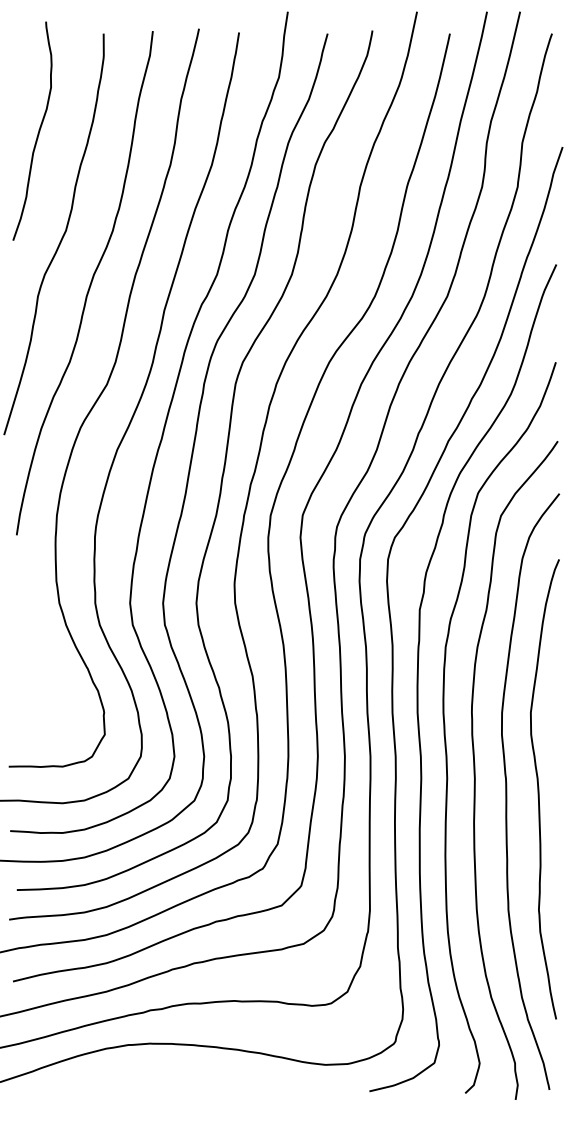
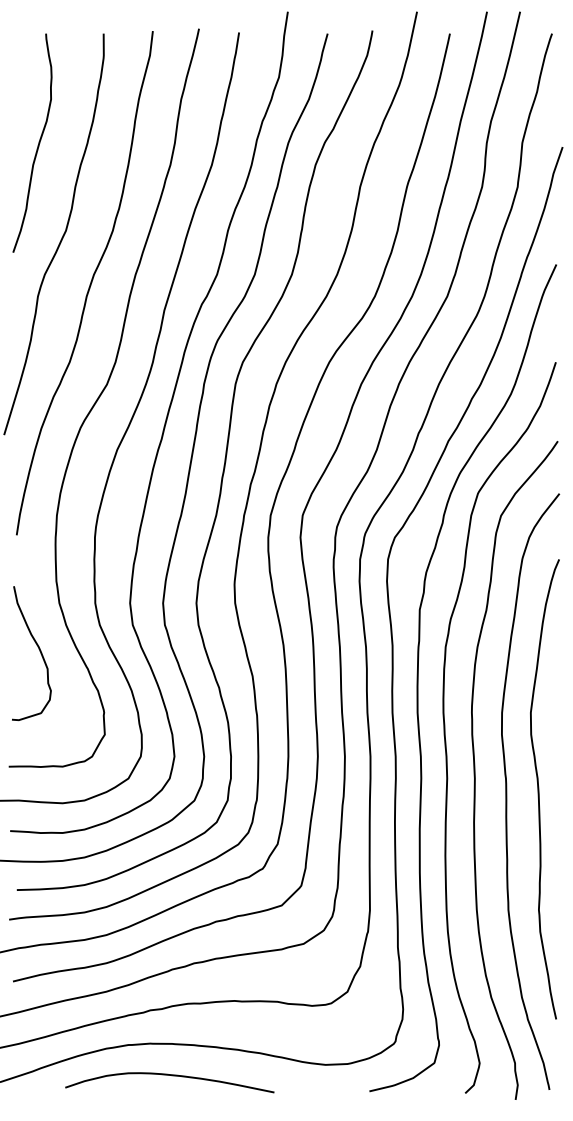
curve at (37, 133) position: (37, 133) -> (37, 145)
curve at (38, 649): none -> present
curve at (171, 1076): none -> present
